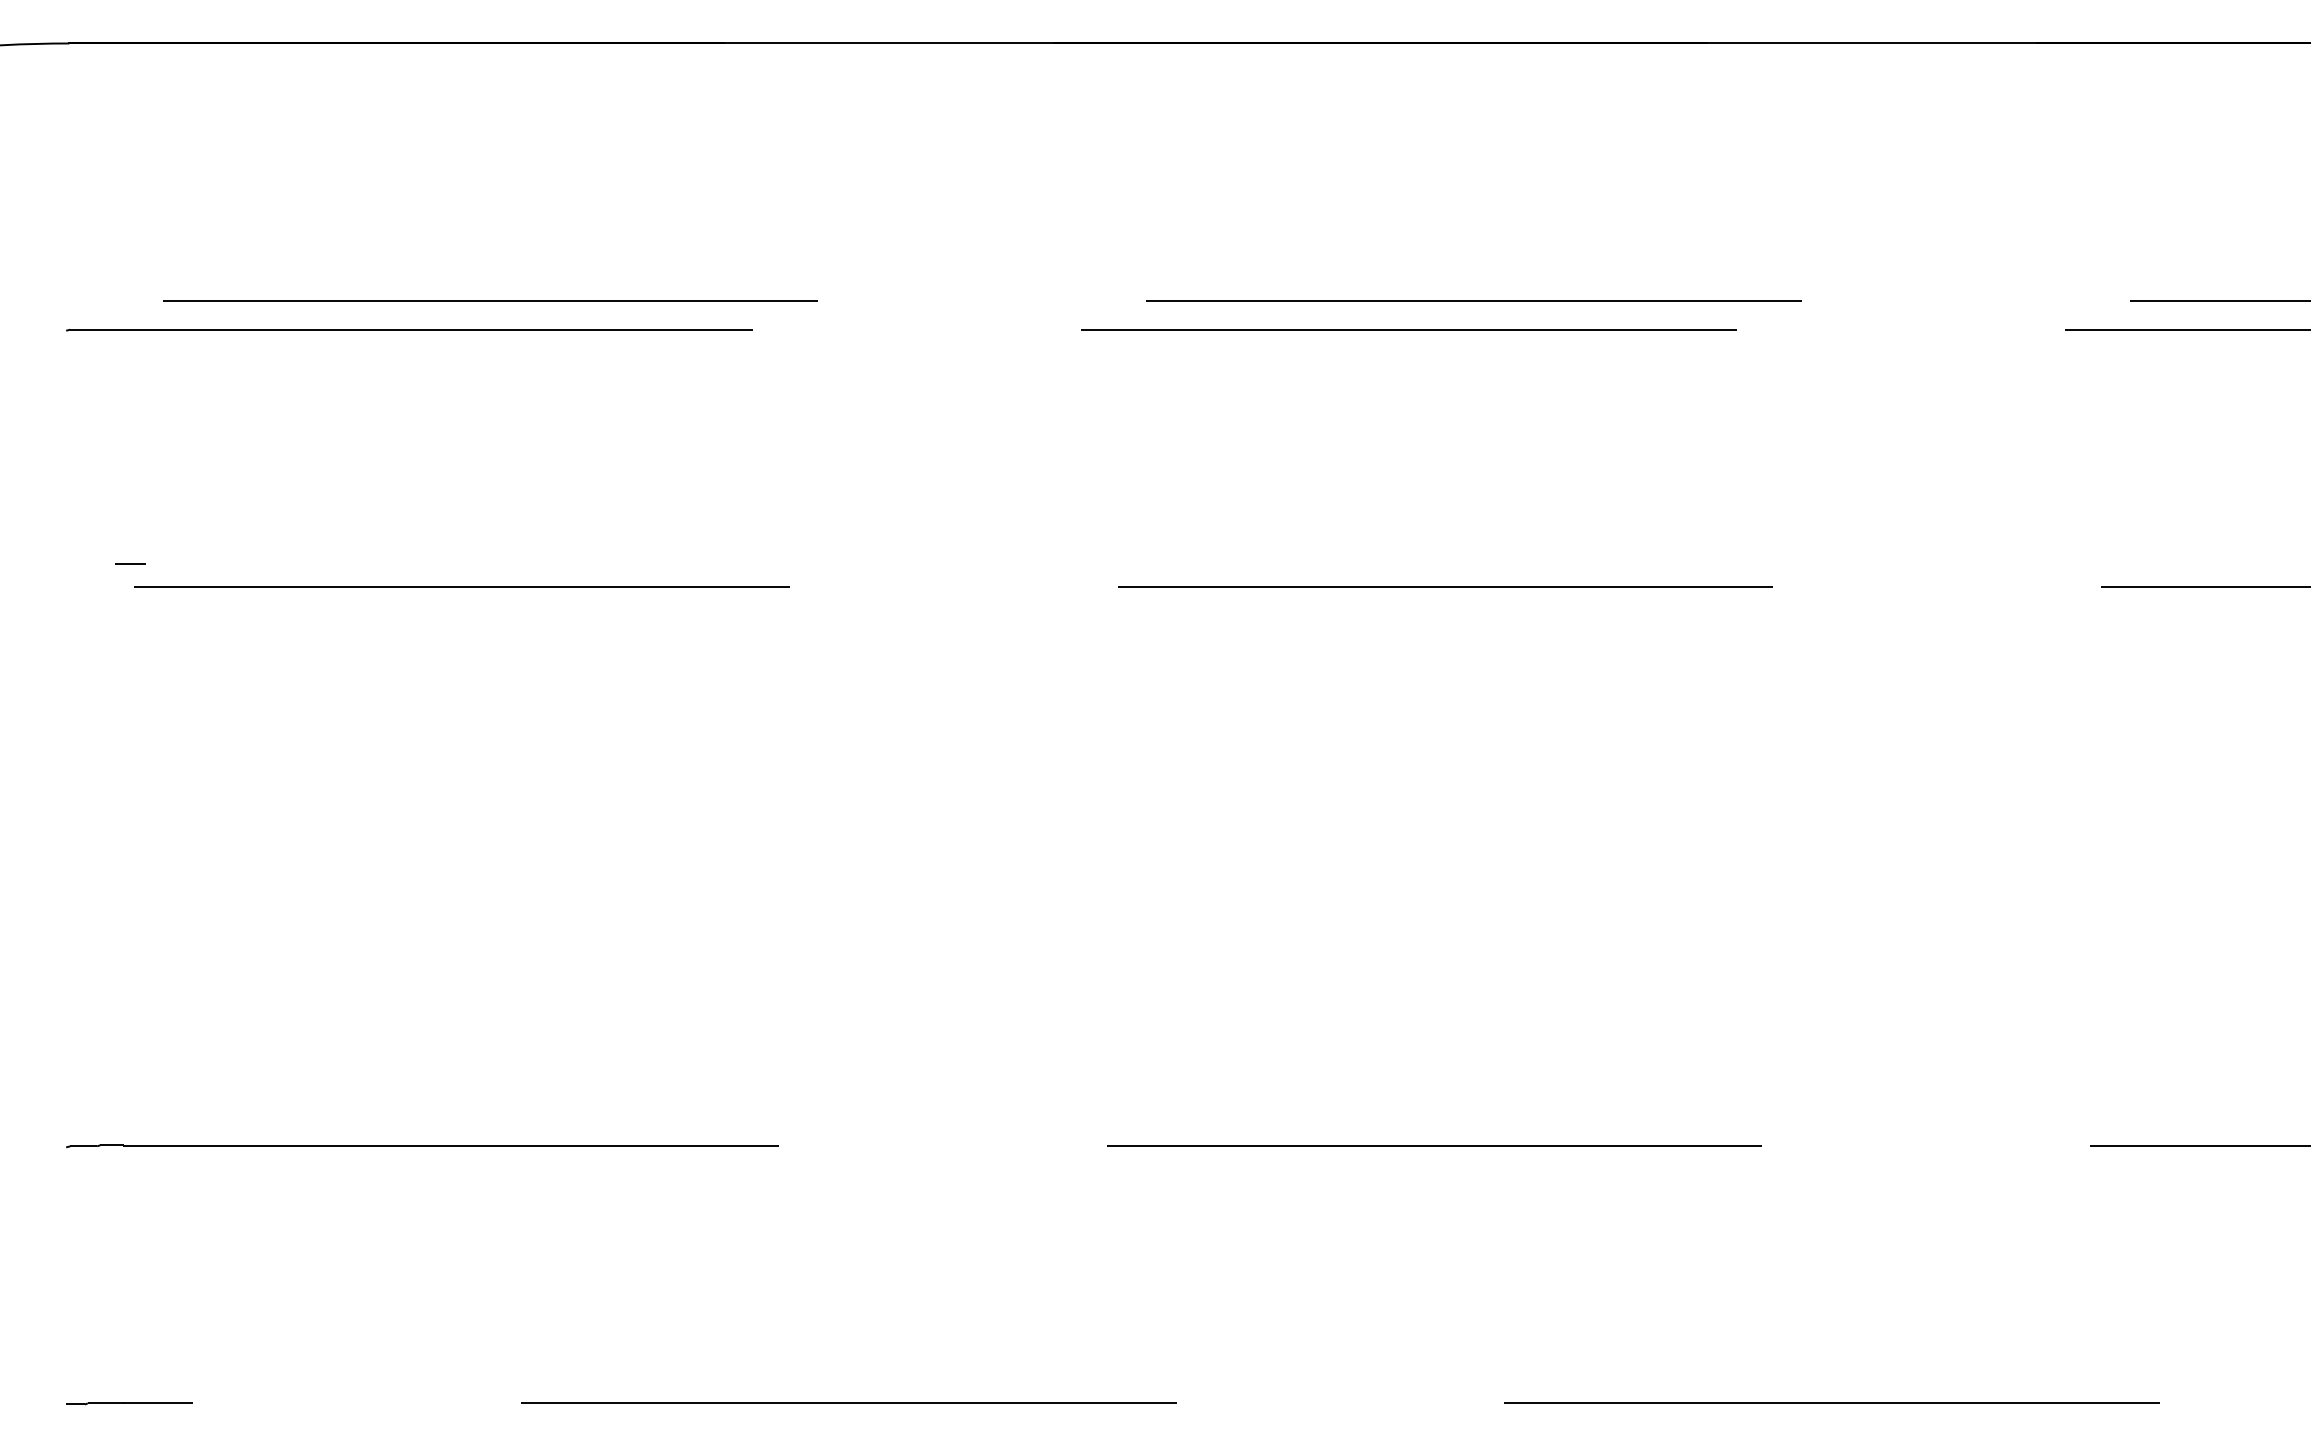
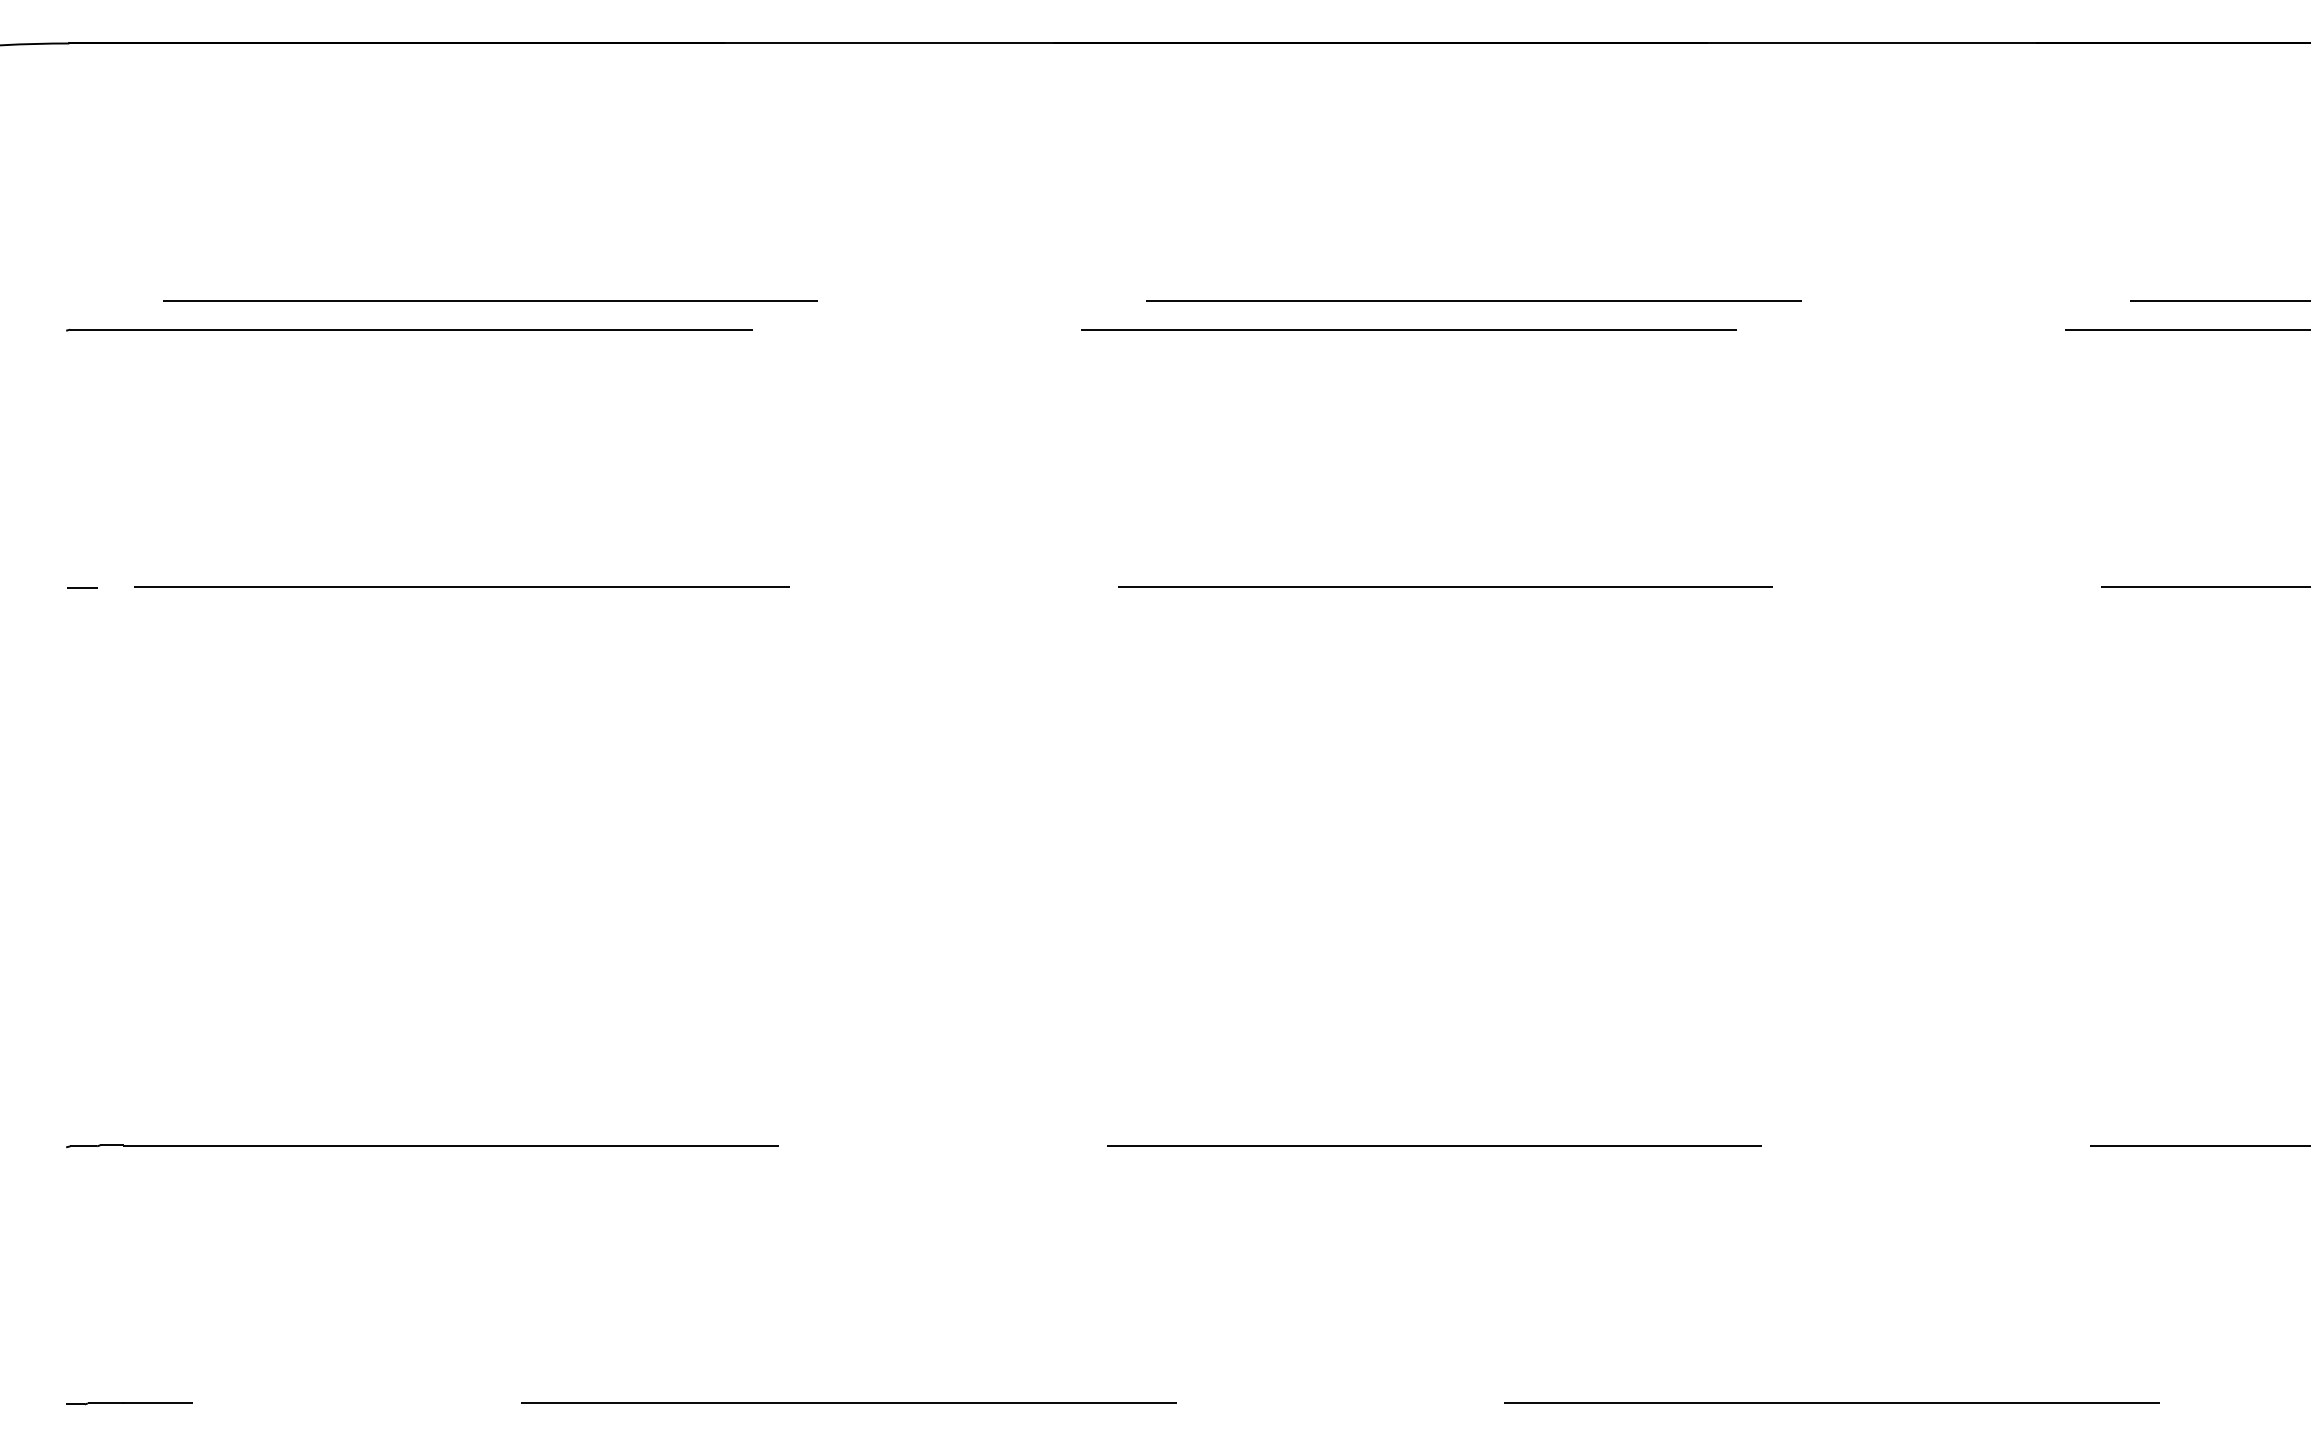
line at (130, 563) position: (130, 563) -> (82, 587)
